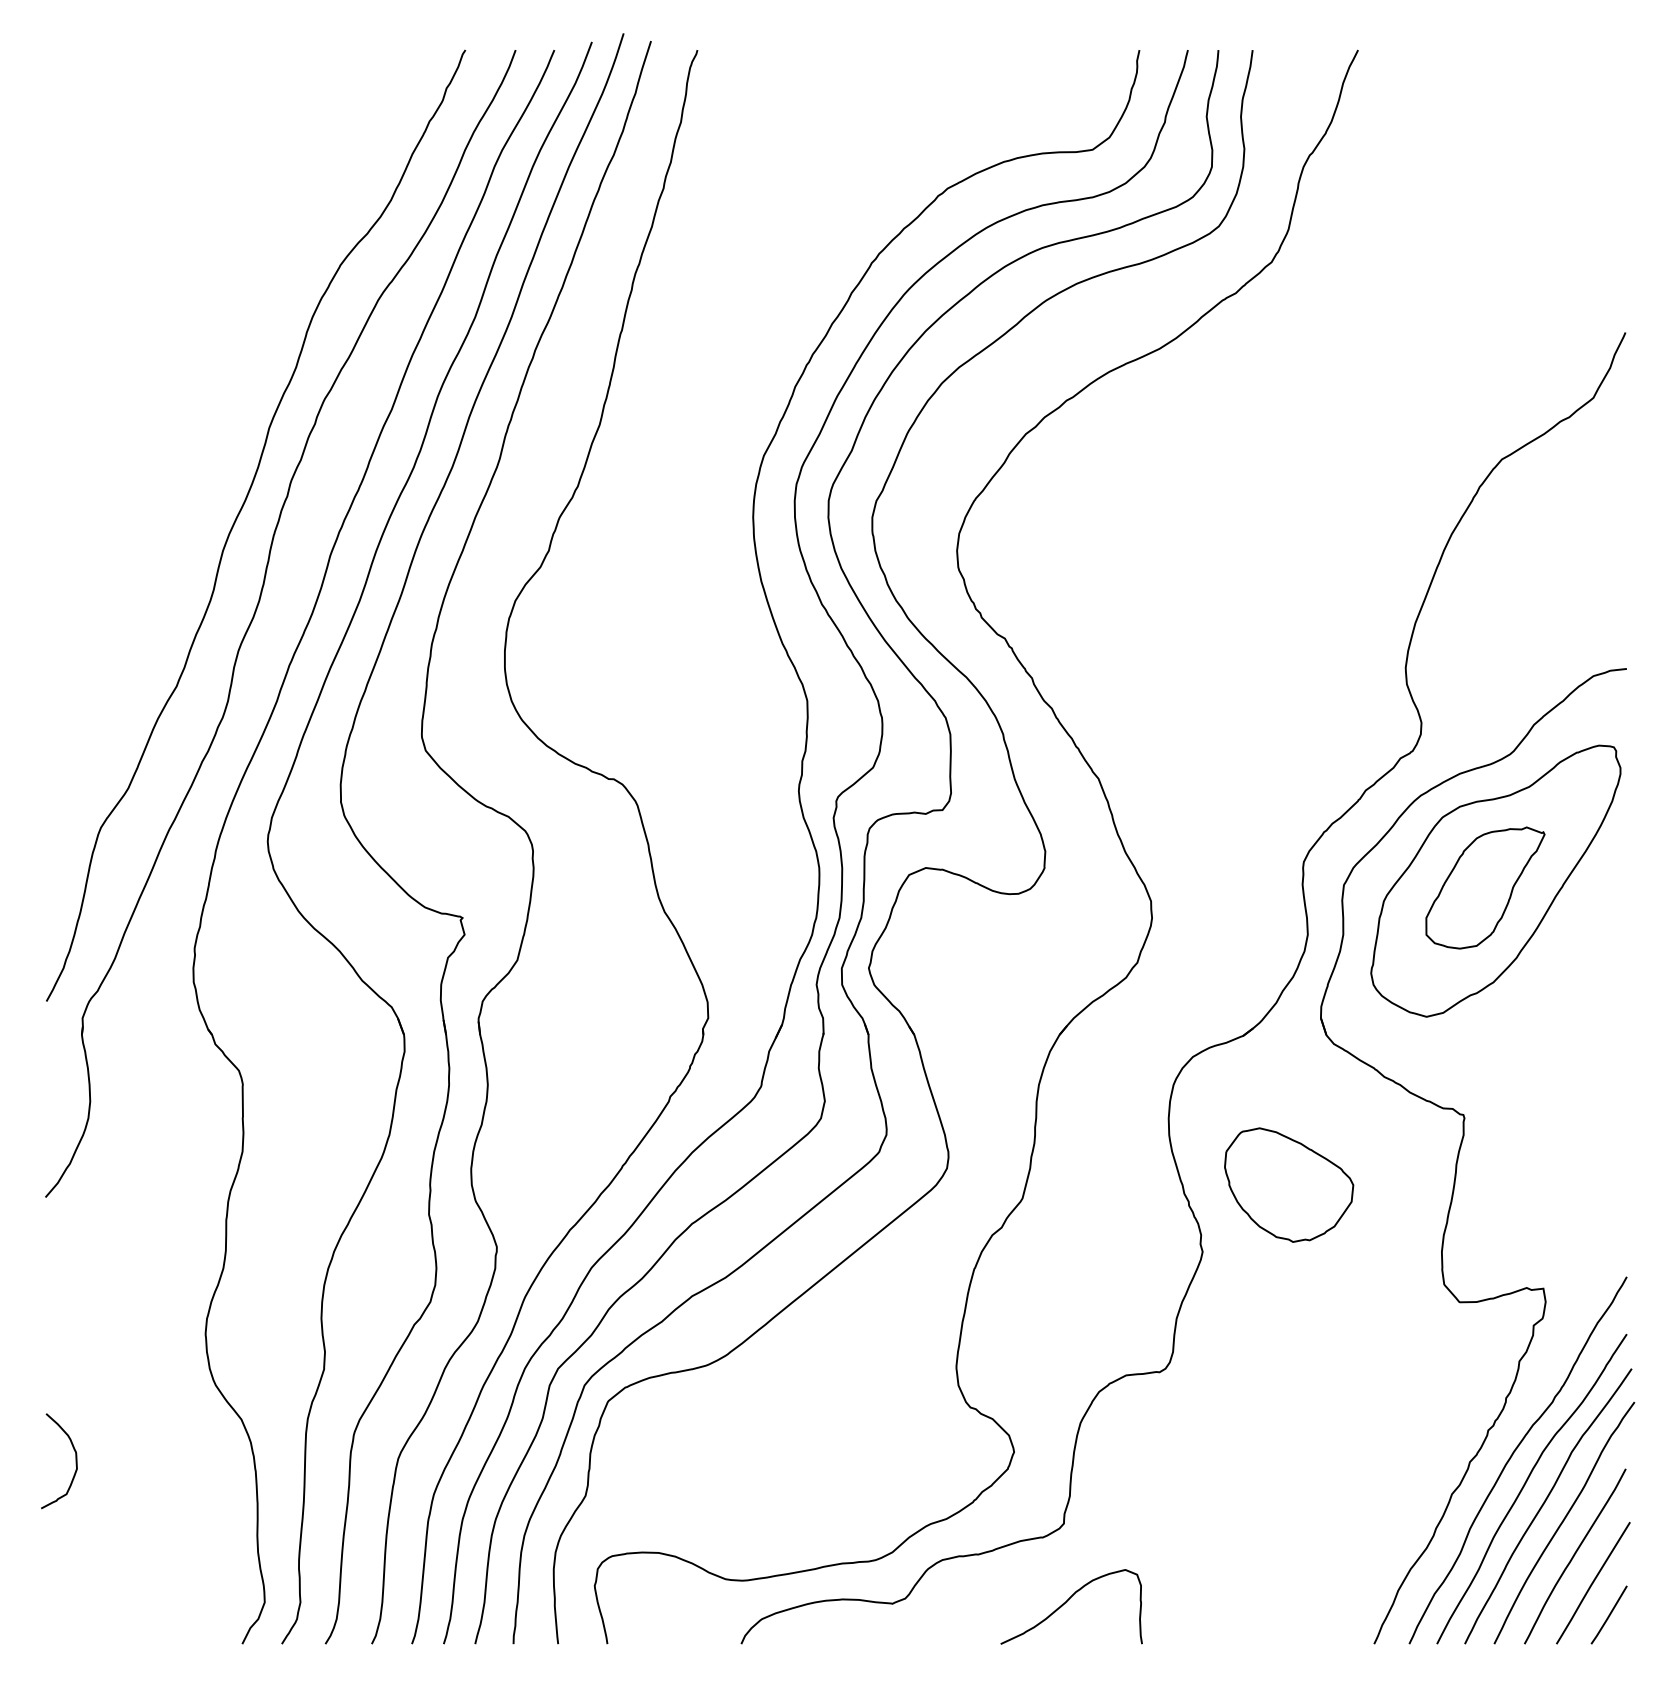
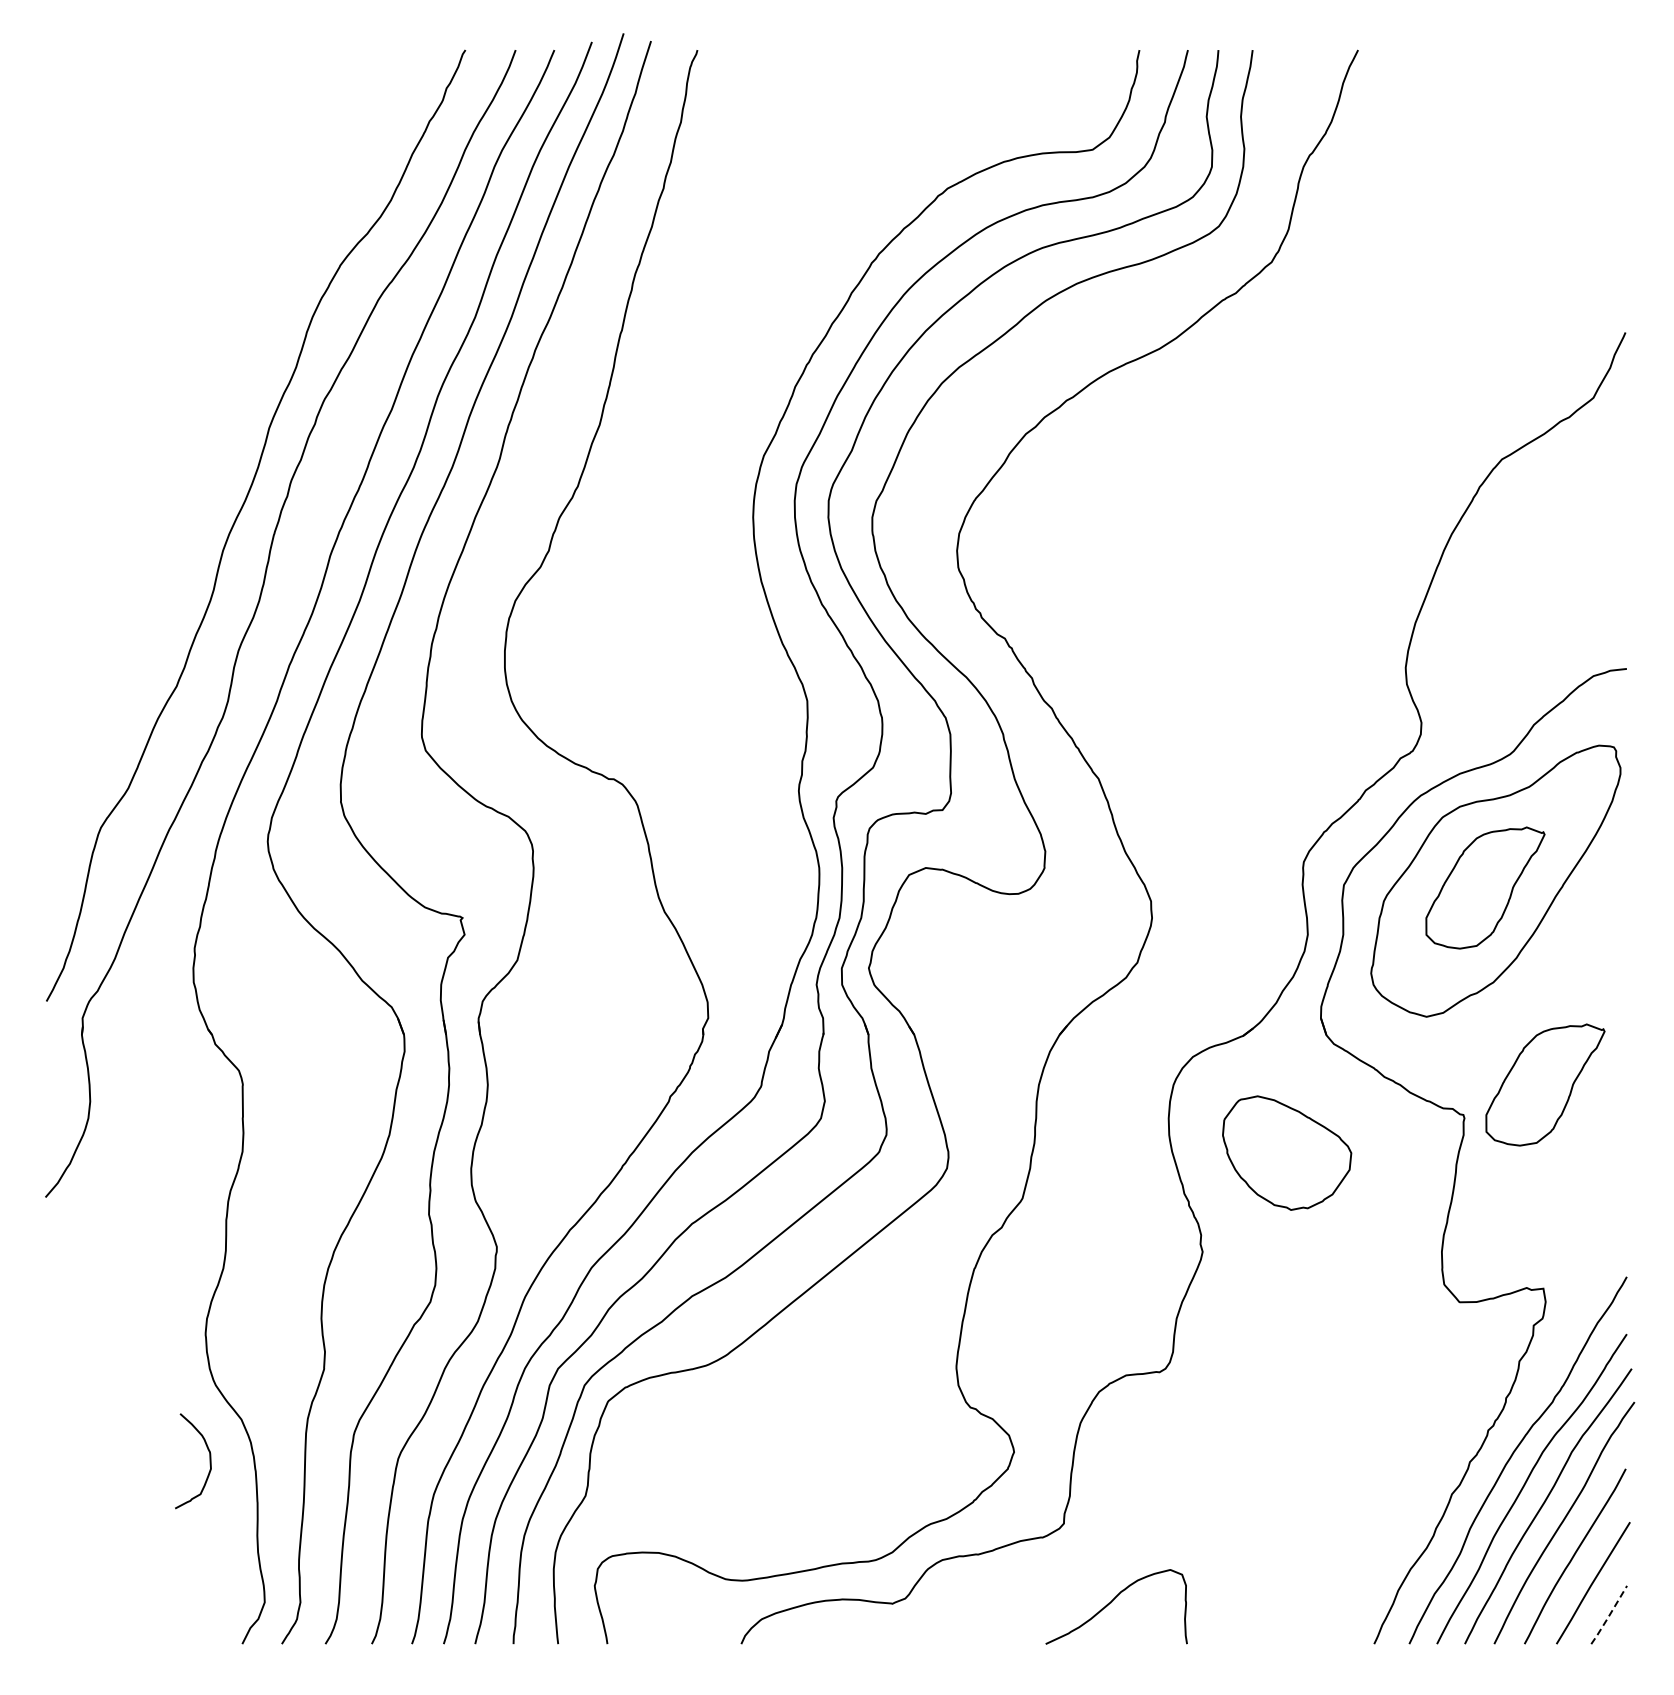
part at (1545, 1084): none -> present
part at (1289, 1184) position: (1289, 1184) -> (1287, 1152)
curve at (75, 1461) position: (75, 1461) -> (209, 1461)
curve at (1067, 1602) position: (1067, 1602) -> (1112, 1602)
line at (1608, 1616): solid -> dashed
